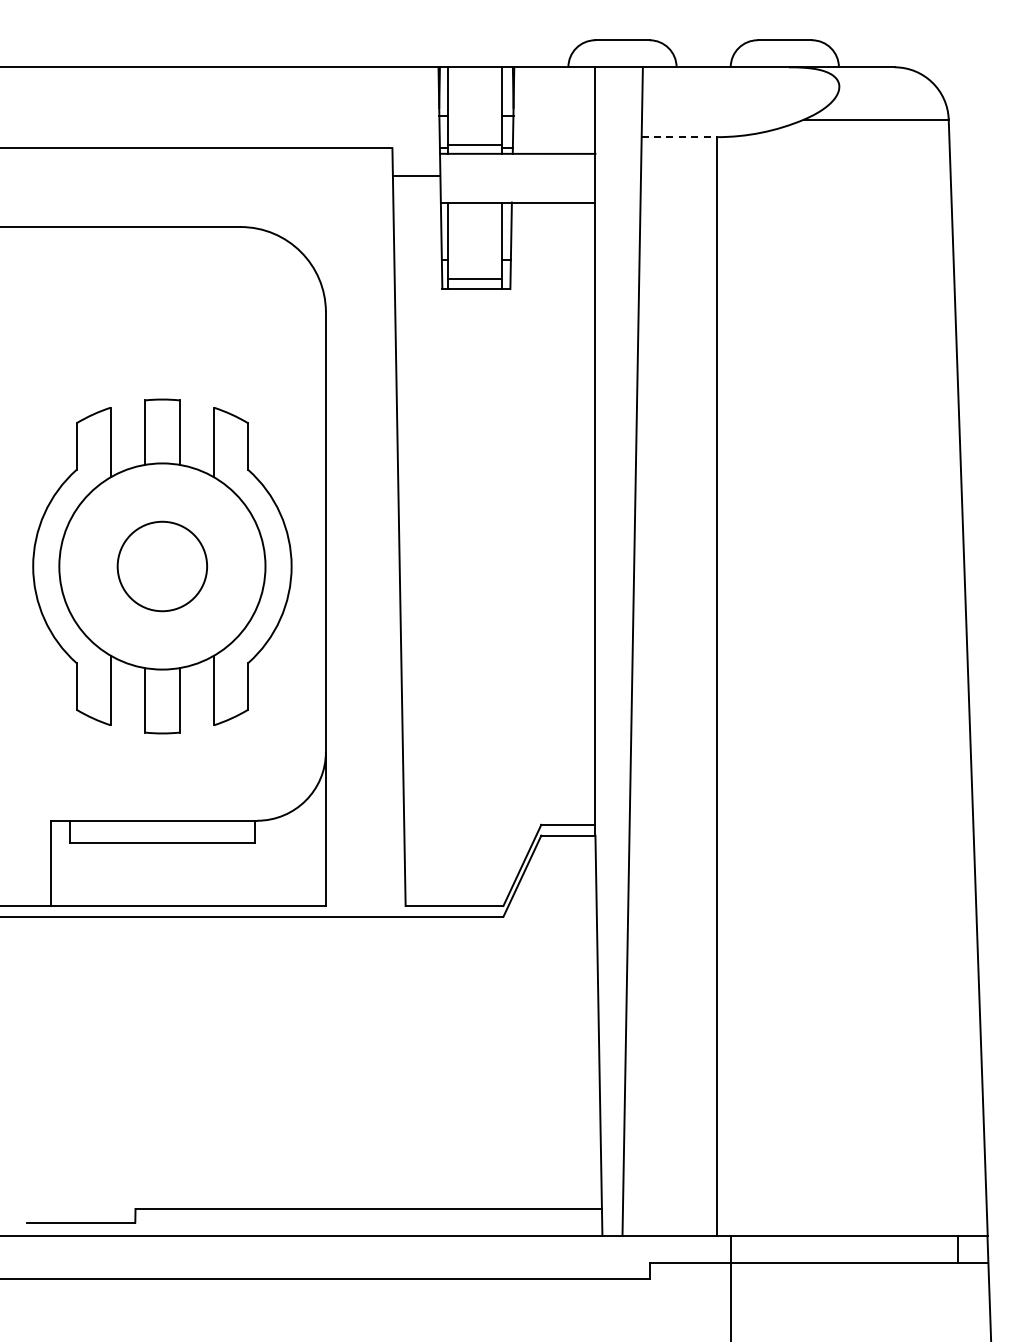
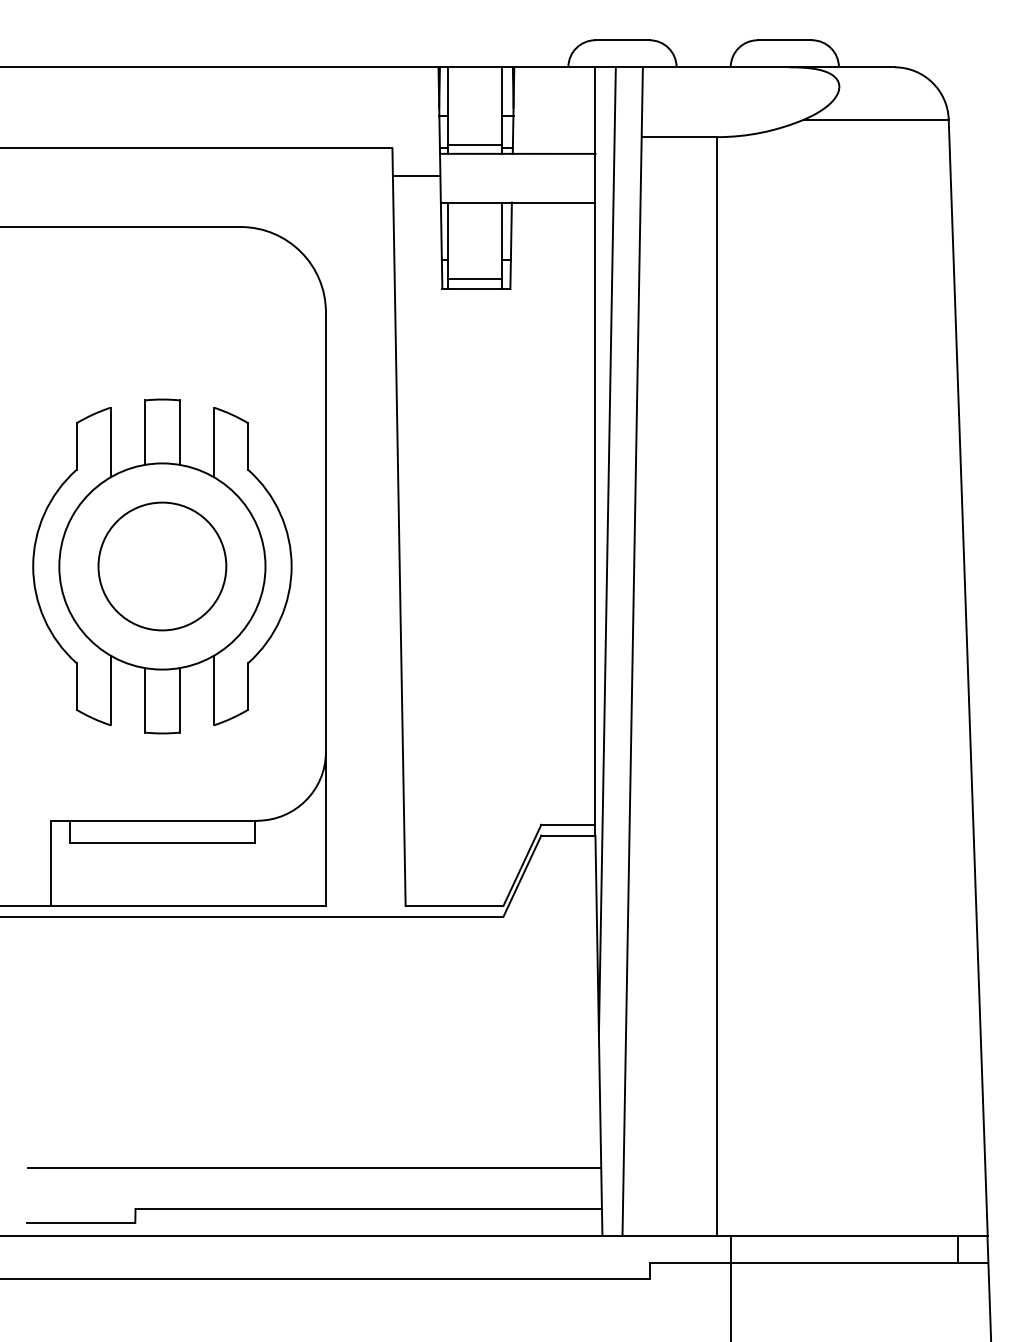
line at (679, 137): dashed -> solid
line at (606, 551): none -> present
circle at (162, 566) diameter: 89 px -> 128 px
line at (314, 1168): none -> present
